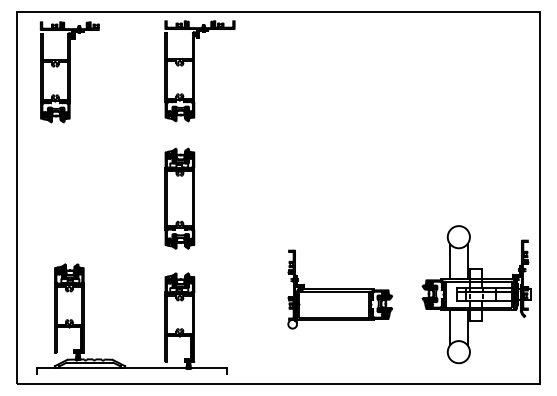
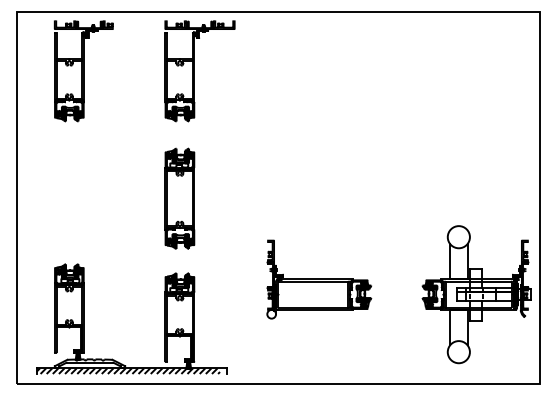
part at (69, 72) position: (69, 72) -> (83, 71)
part at (340, 289) position: (340, 289) -> (319, 279)
hatch at (128, 370): none -> present
